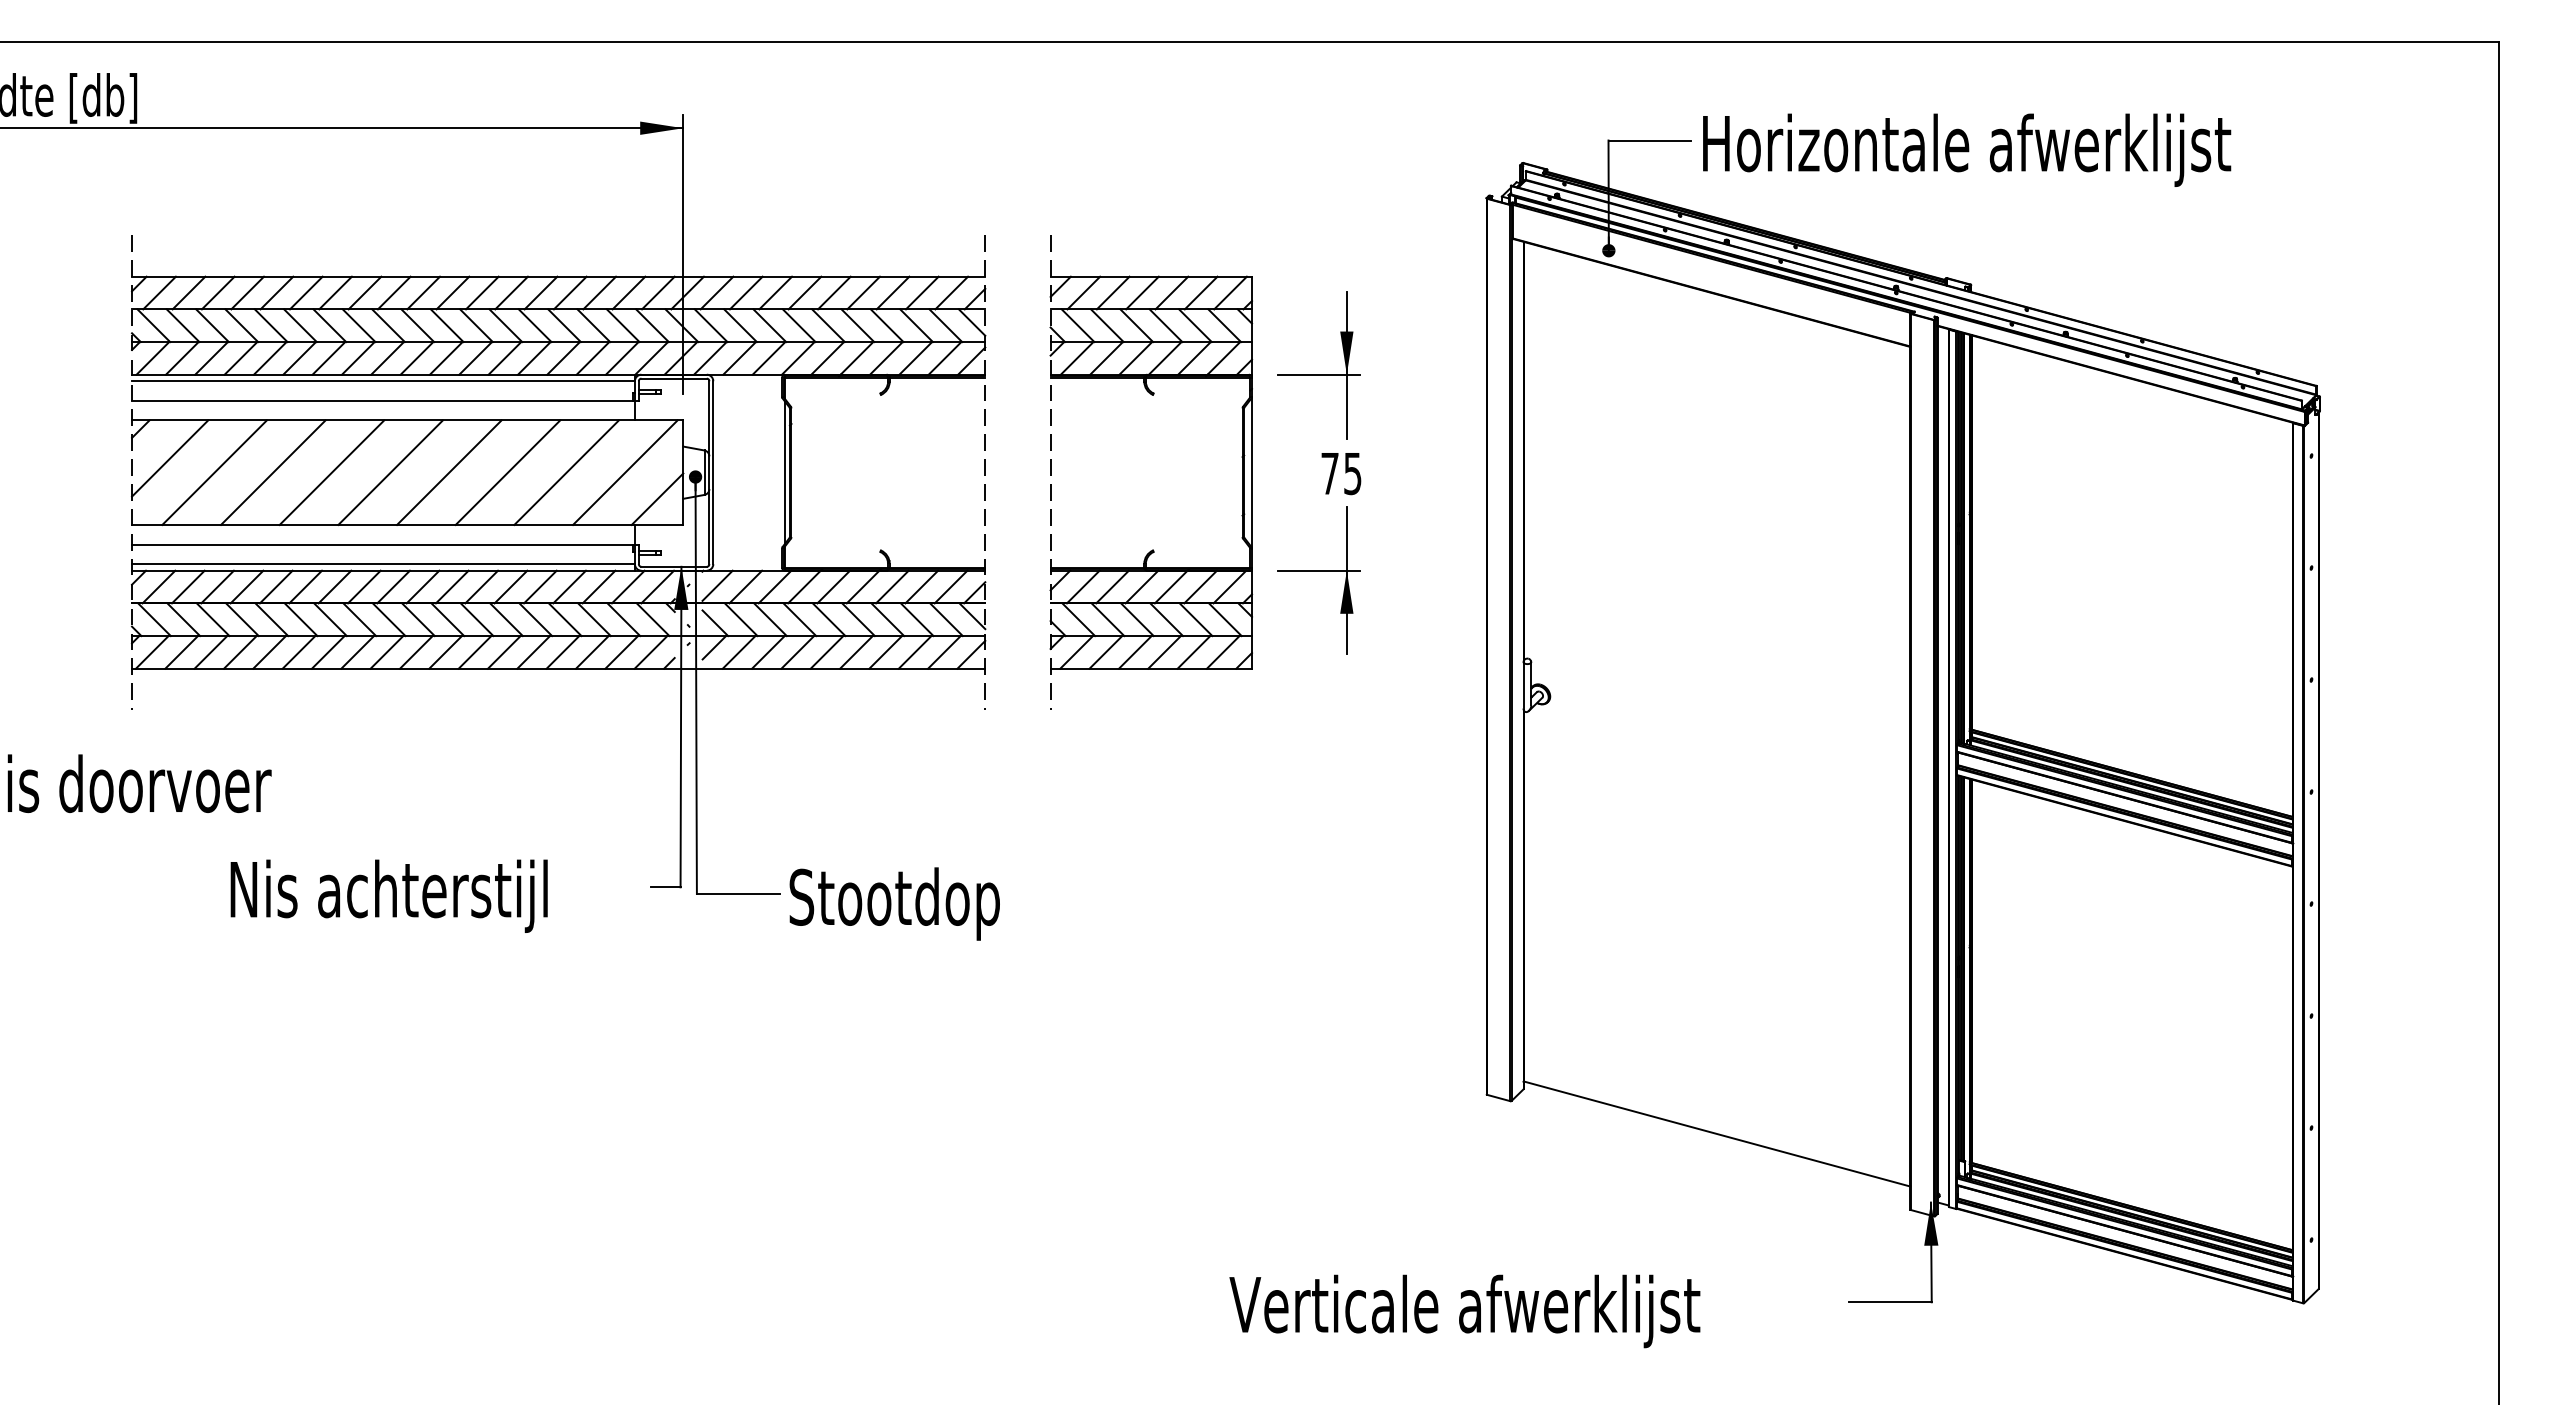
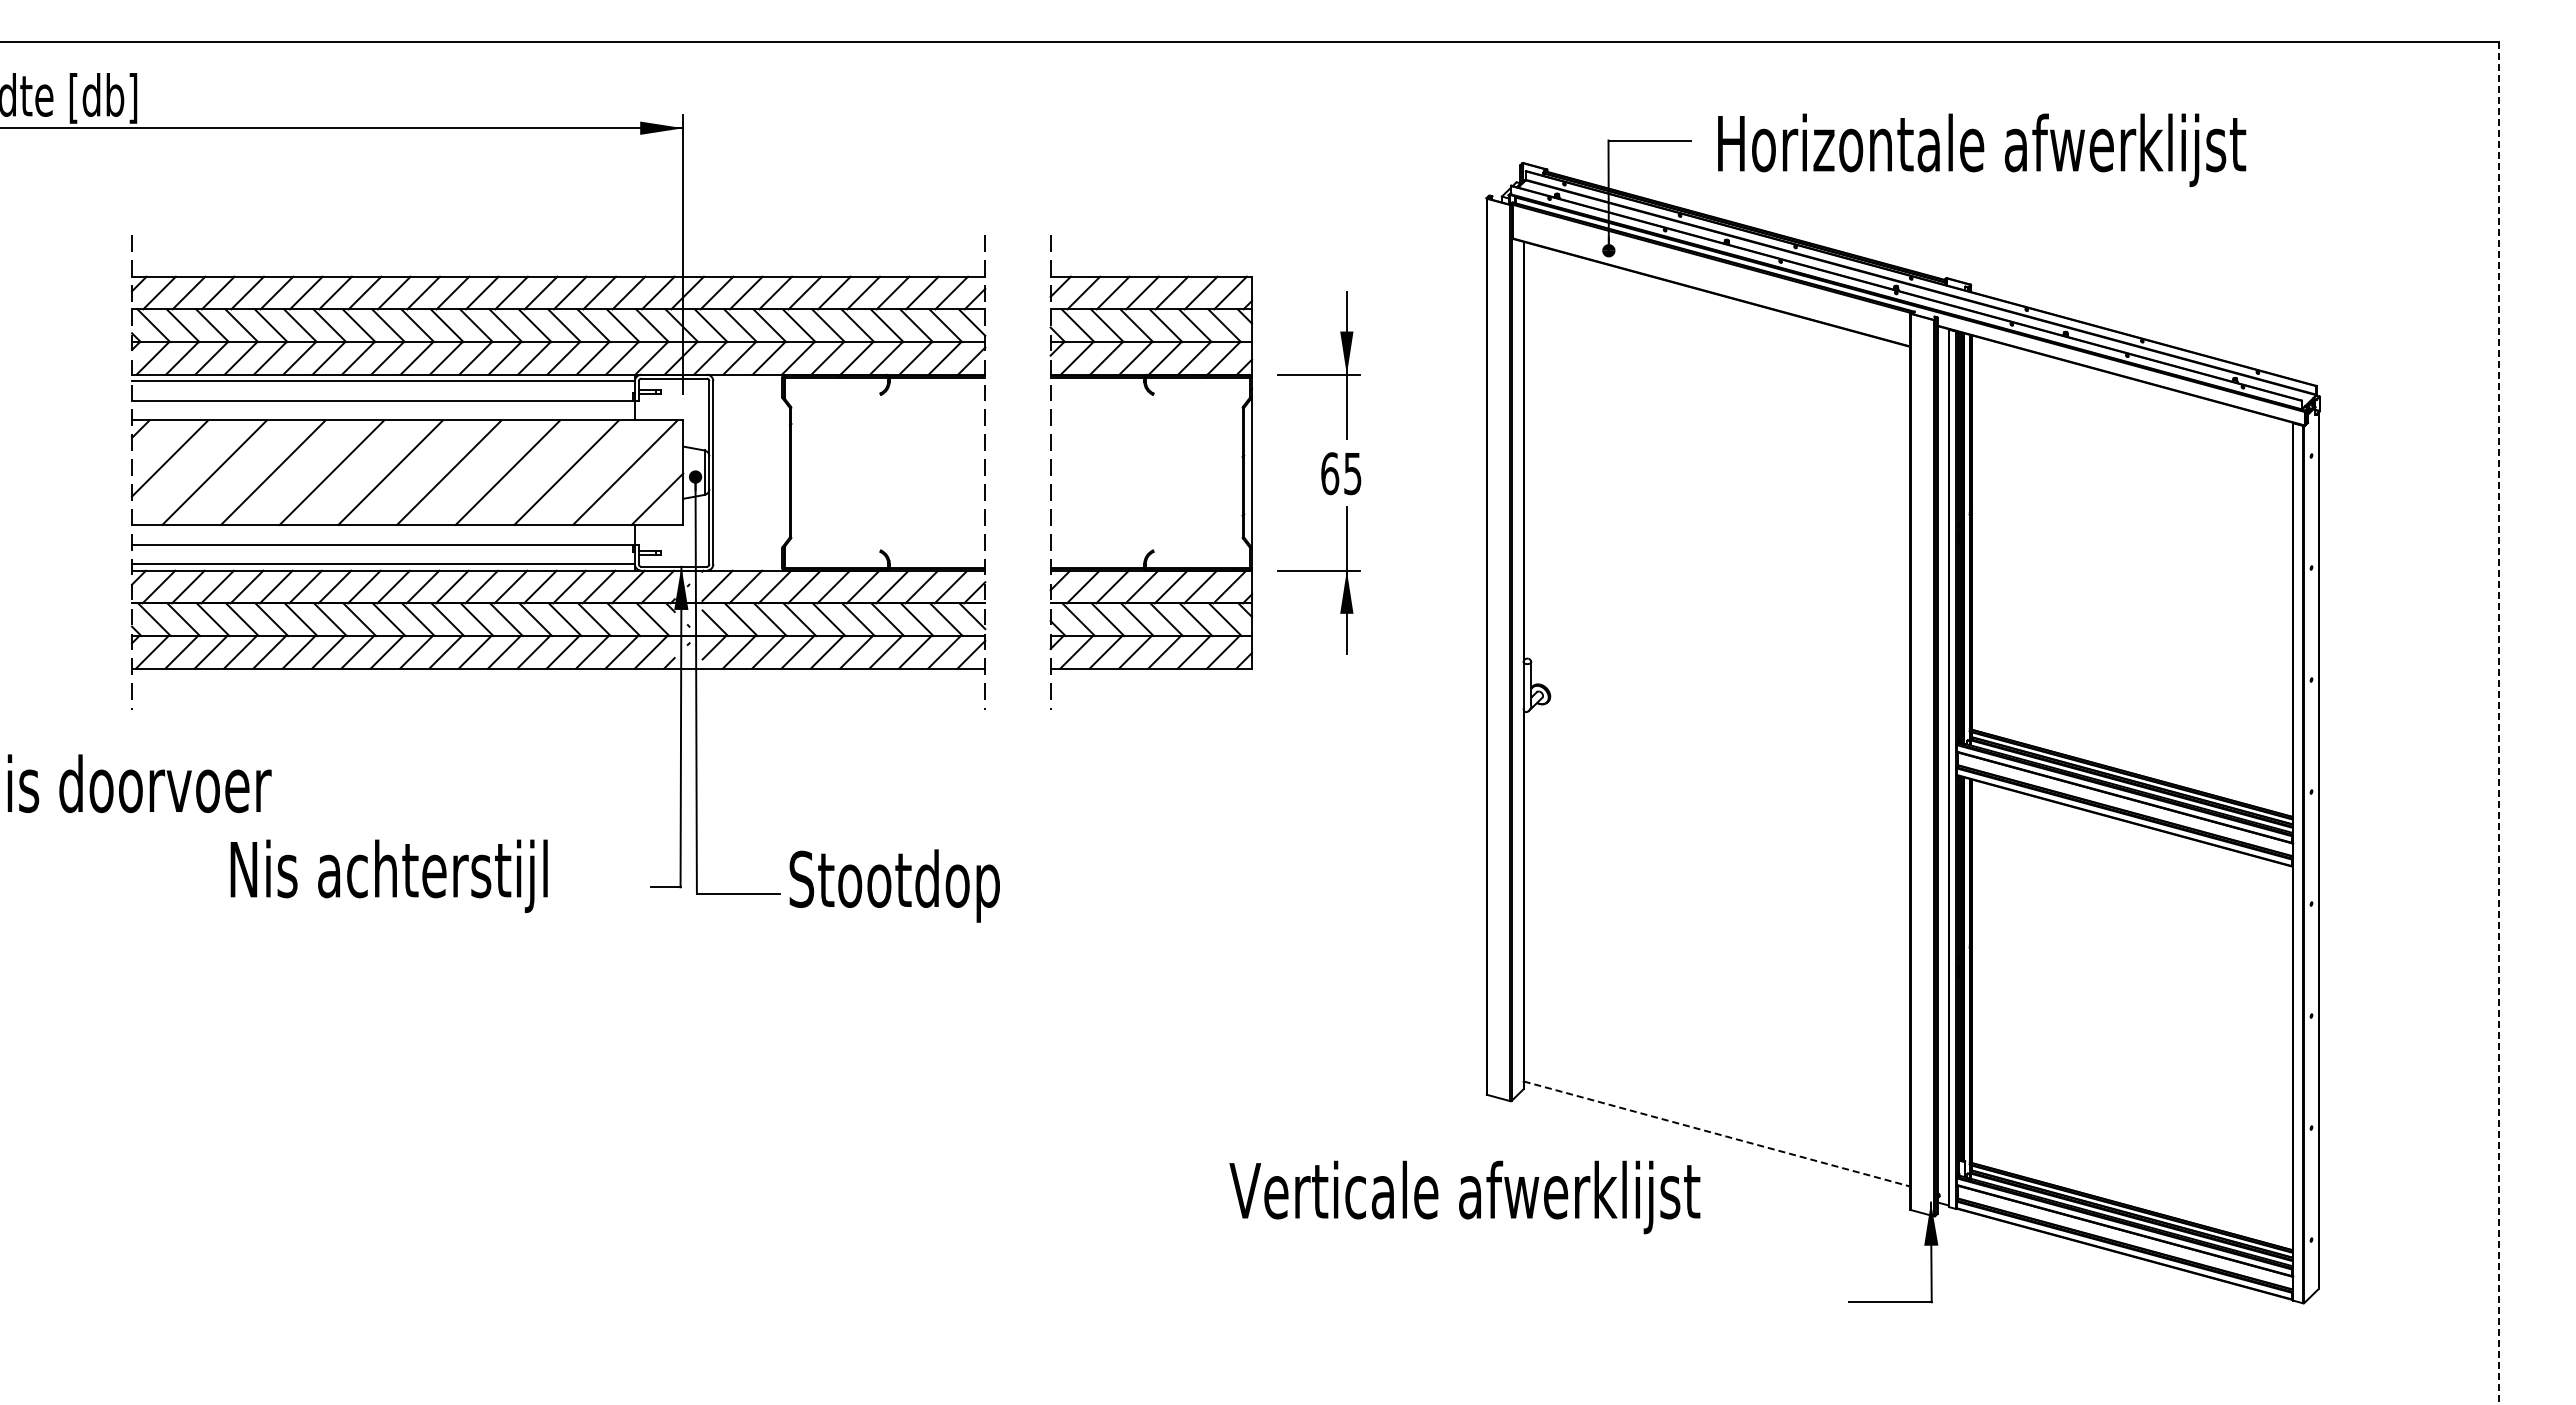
text at (1967, 149) position: (1967, 149) -> (1982, 149)
line at (785, 472): present -> none
text at (1330, 473): 75 -> 65
line at (2498, 723): solid -> dashed
text at (388, 895) position: (388, 895) -> (388, 875)
text at (894, 903) position: (894, 903) -> (894, 885)
line at (1717, 1134): solid -> dashed
text at (1464, 1311) position: (1464, 1311) -> (1464, 1197)
